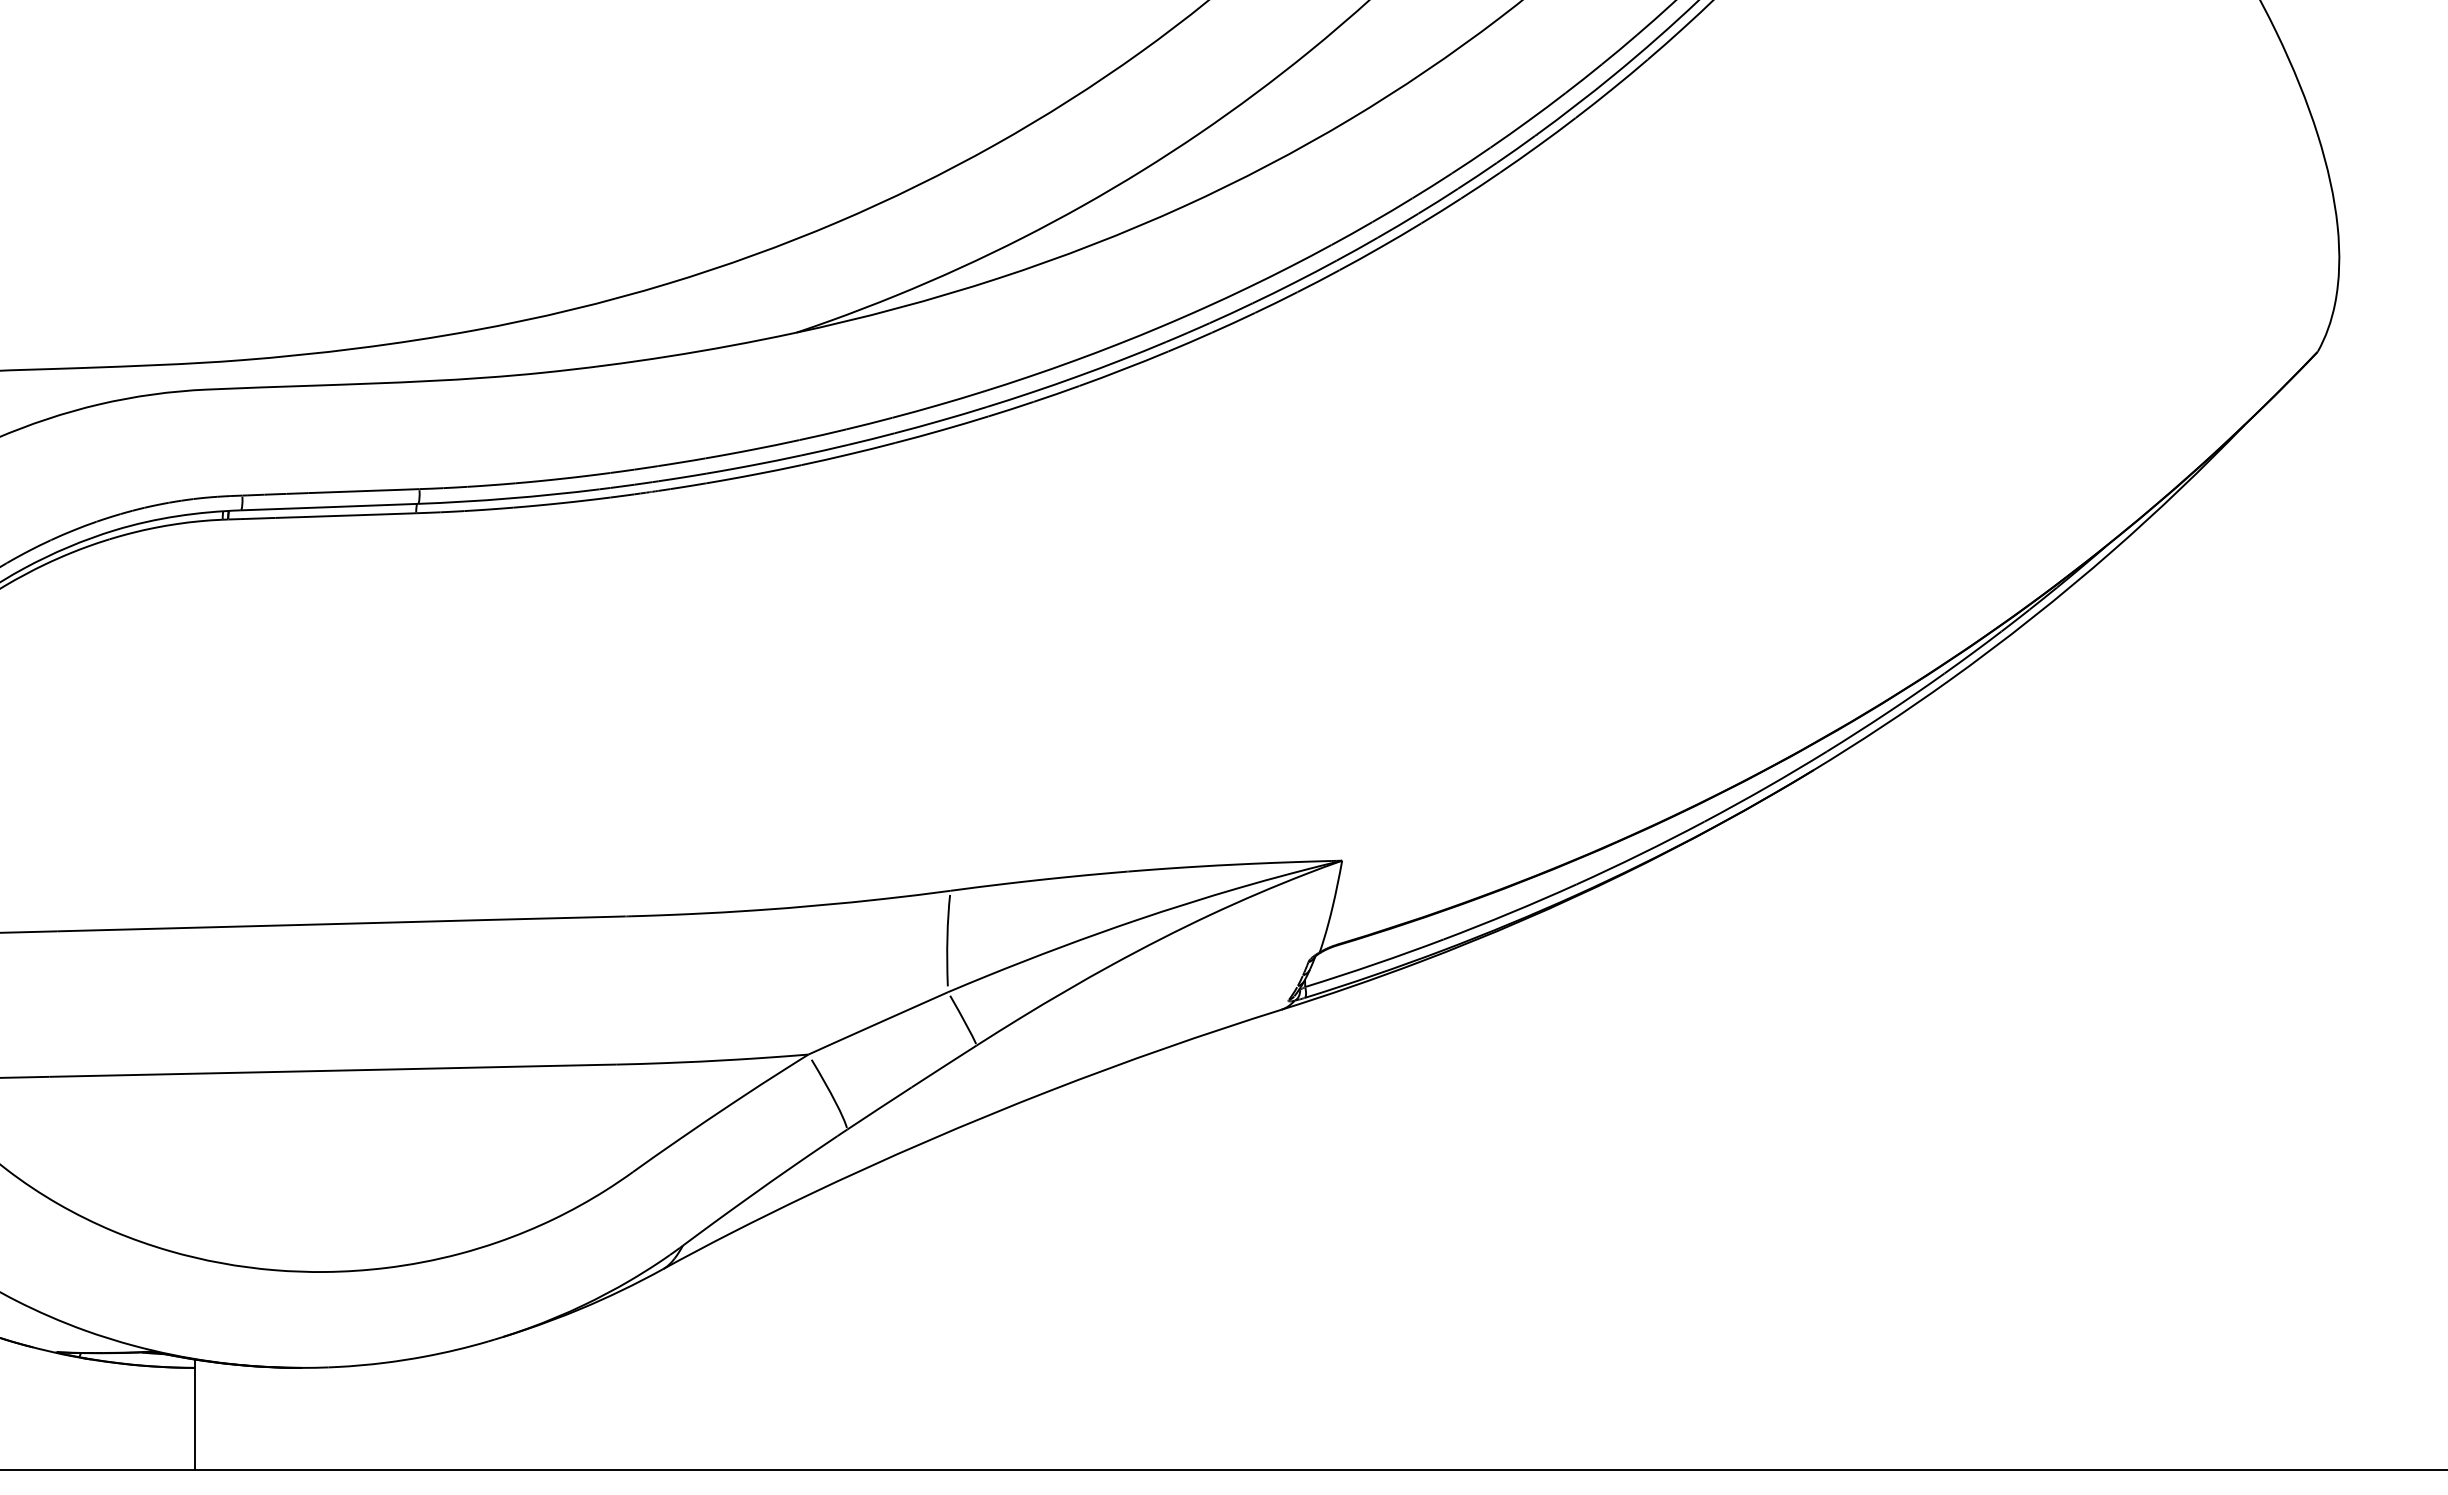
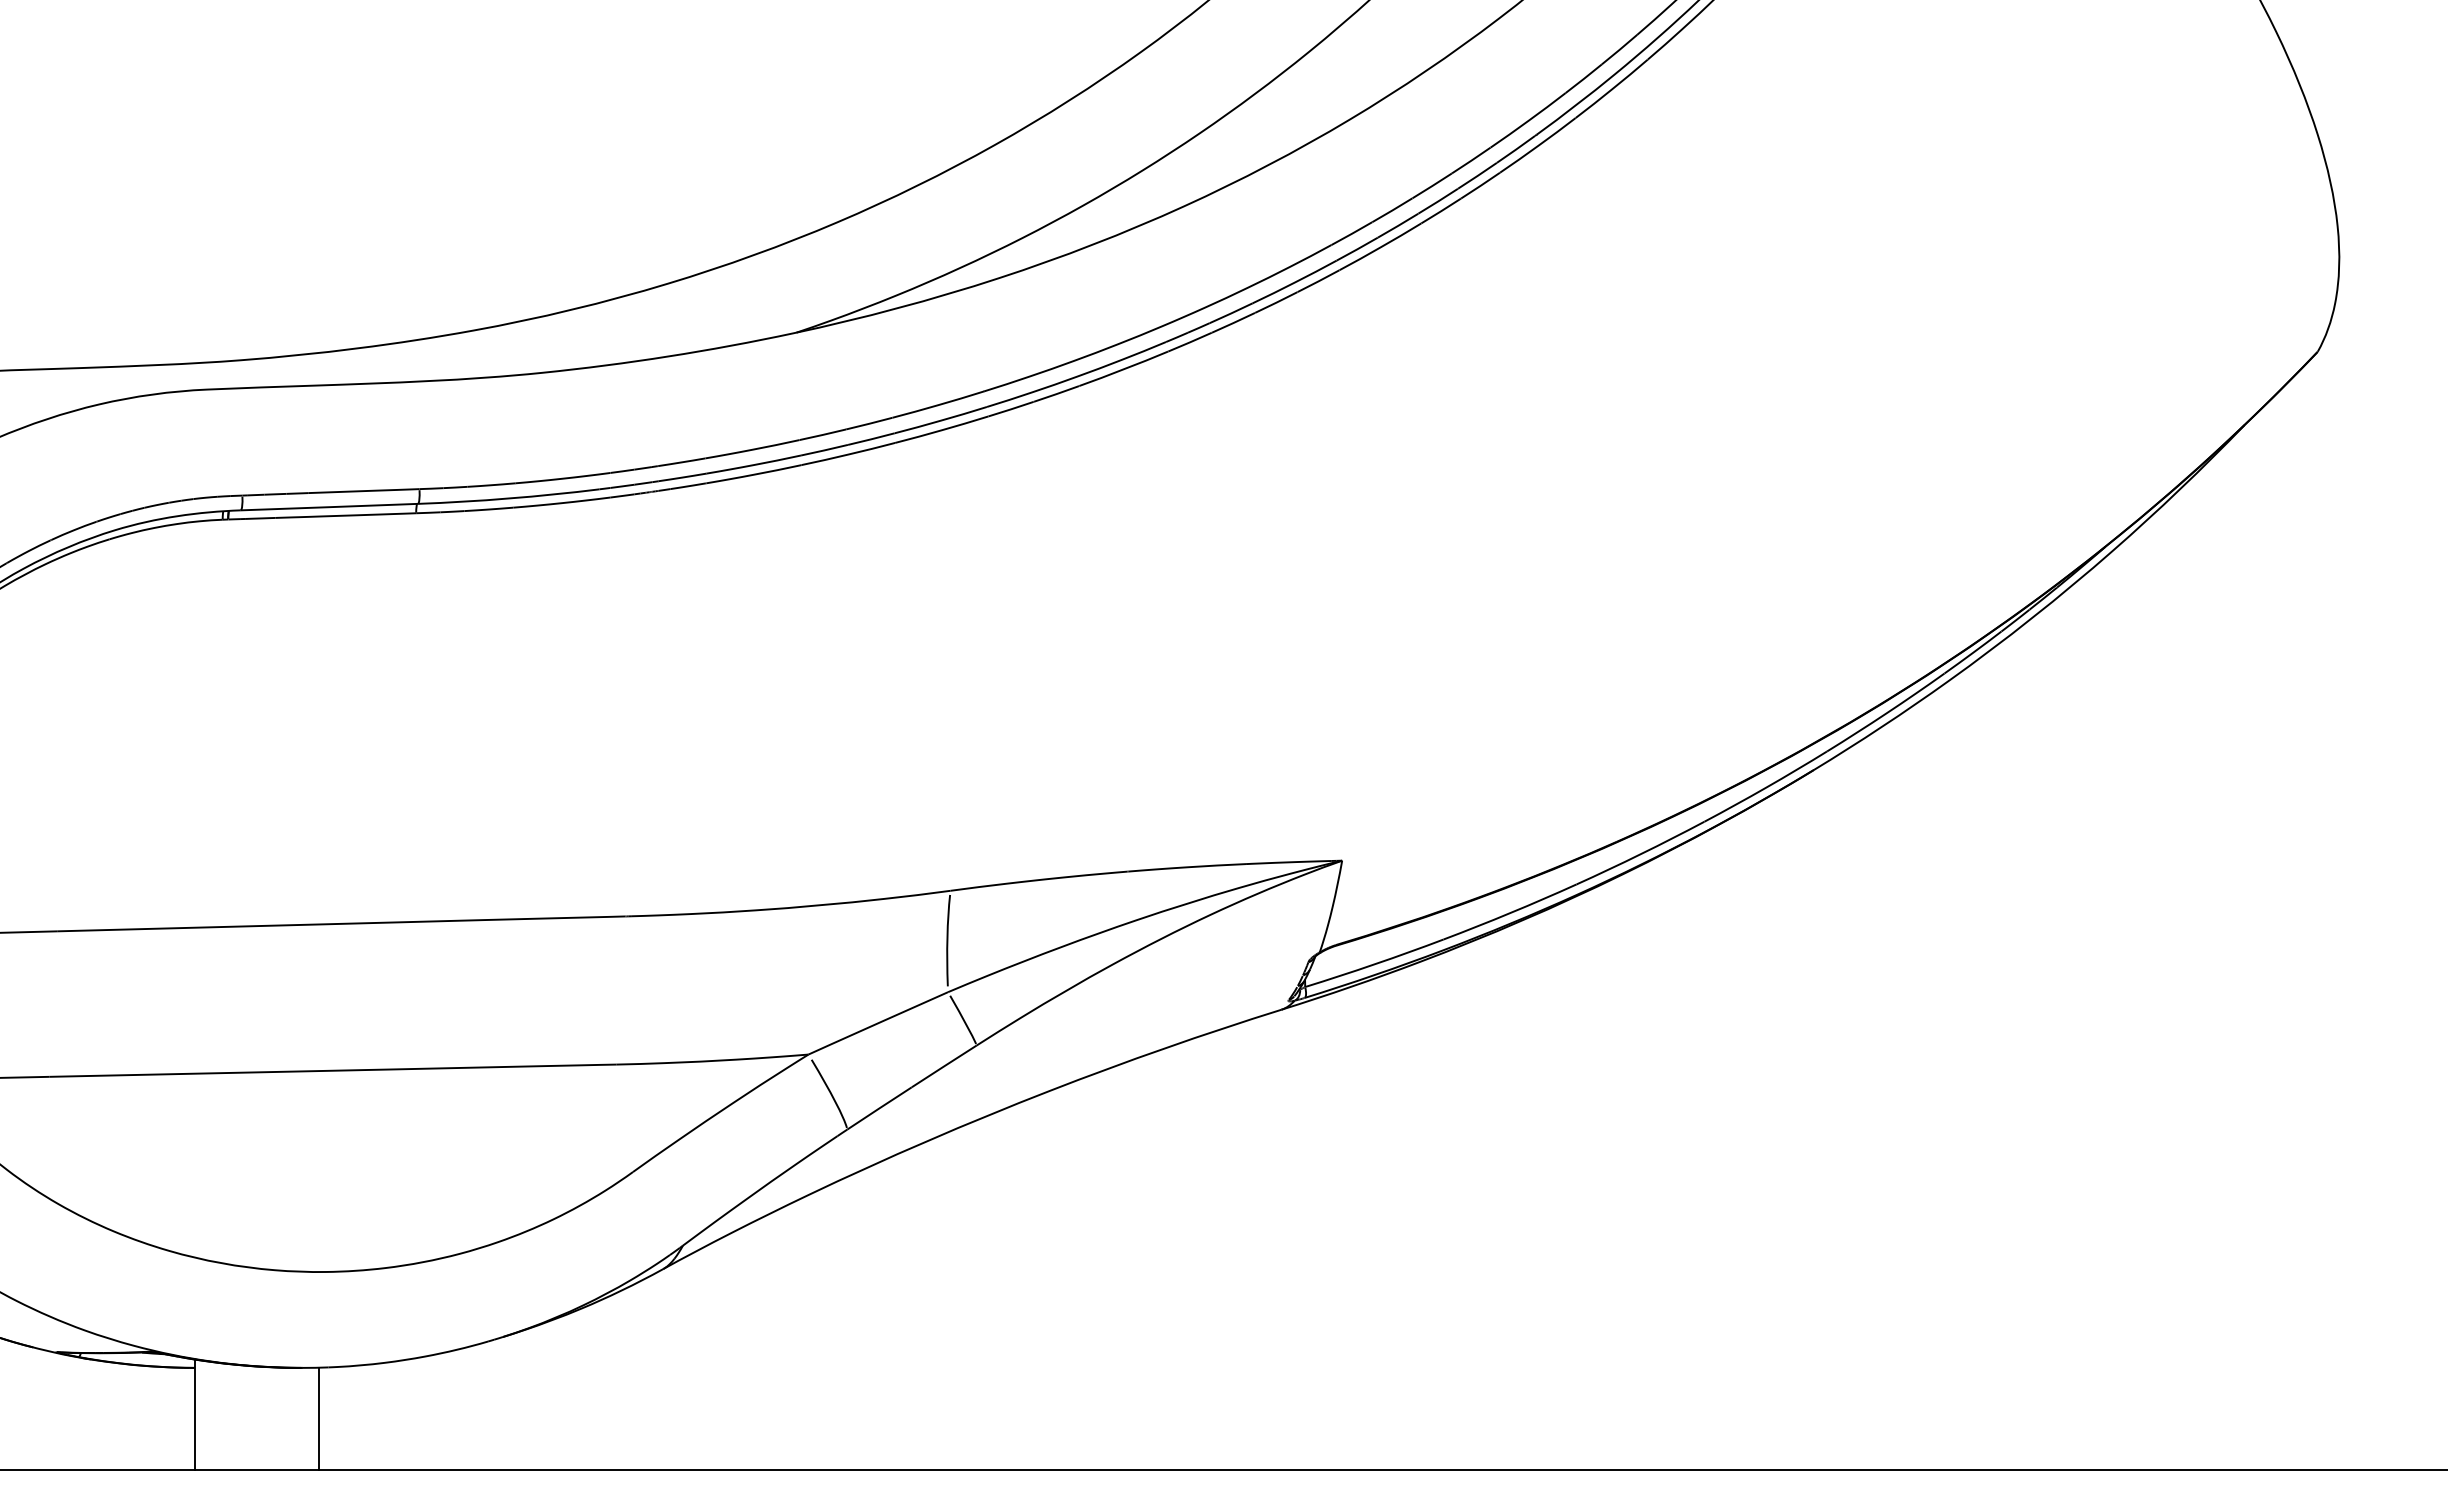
line at (318, 1418): none -> present
